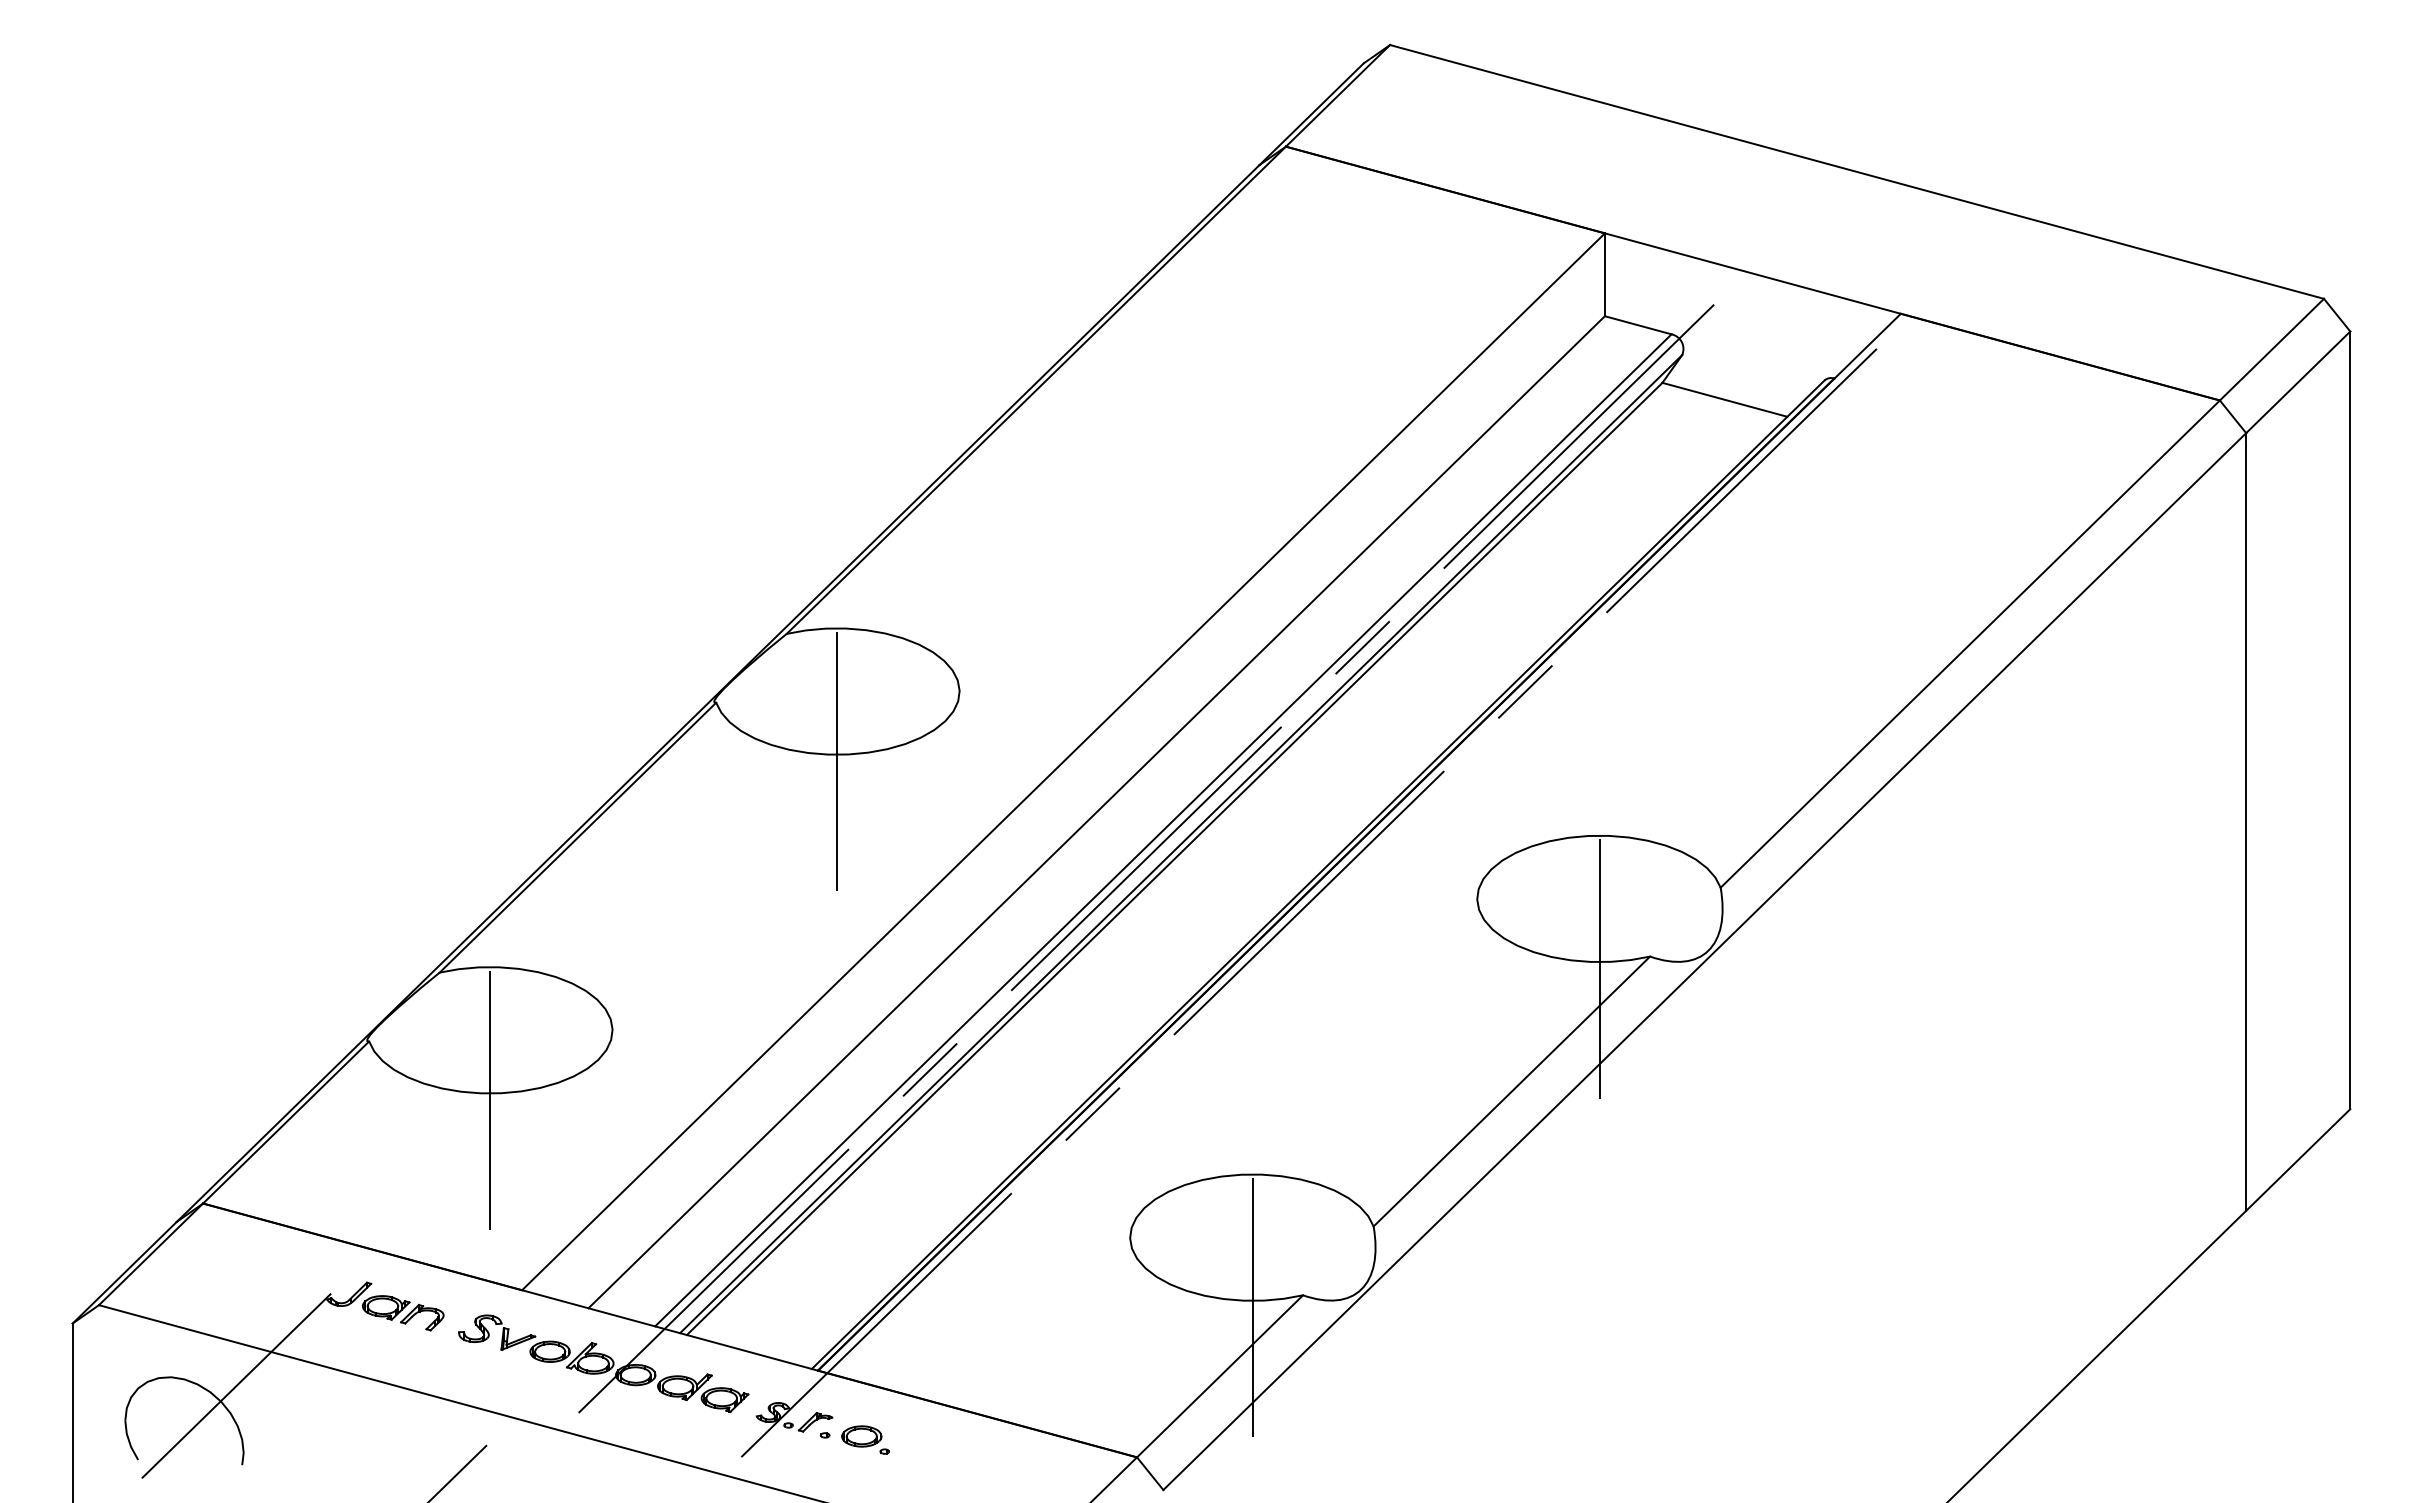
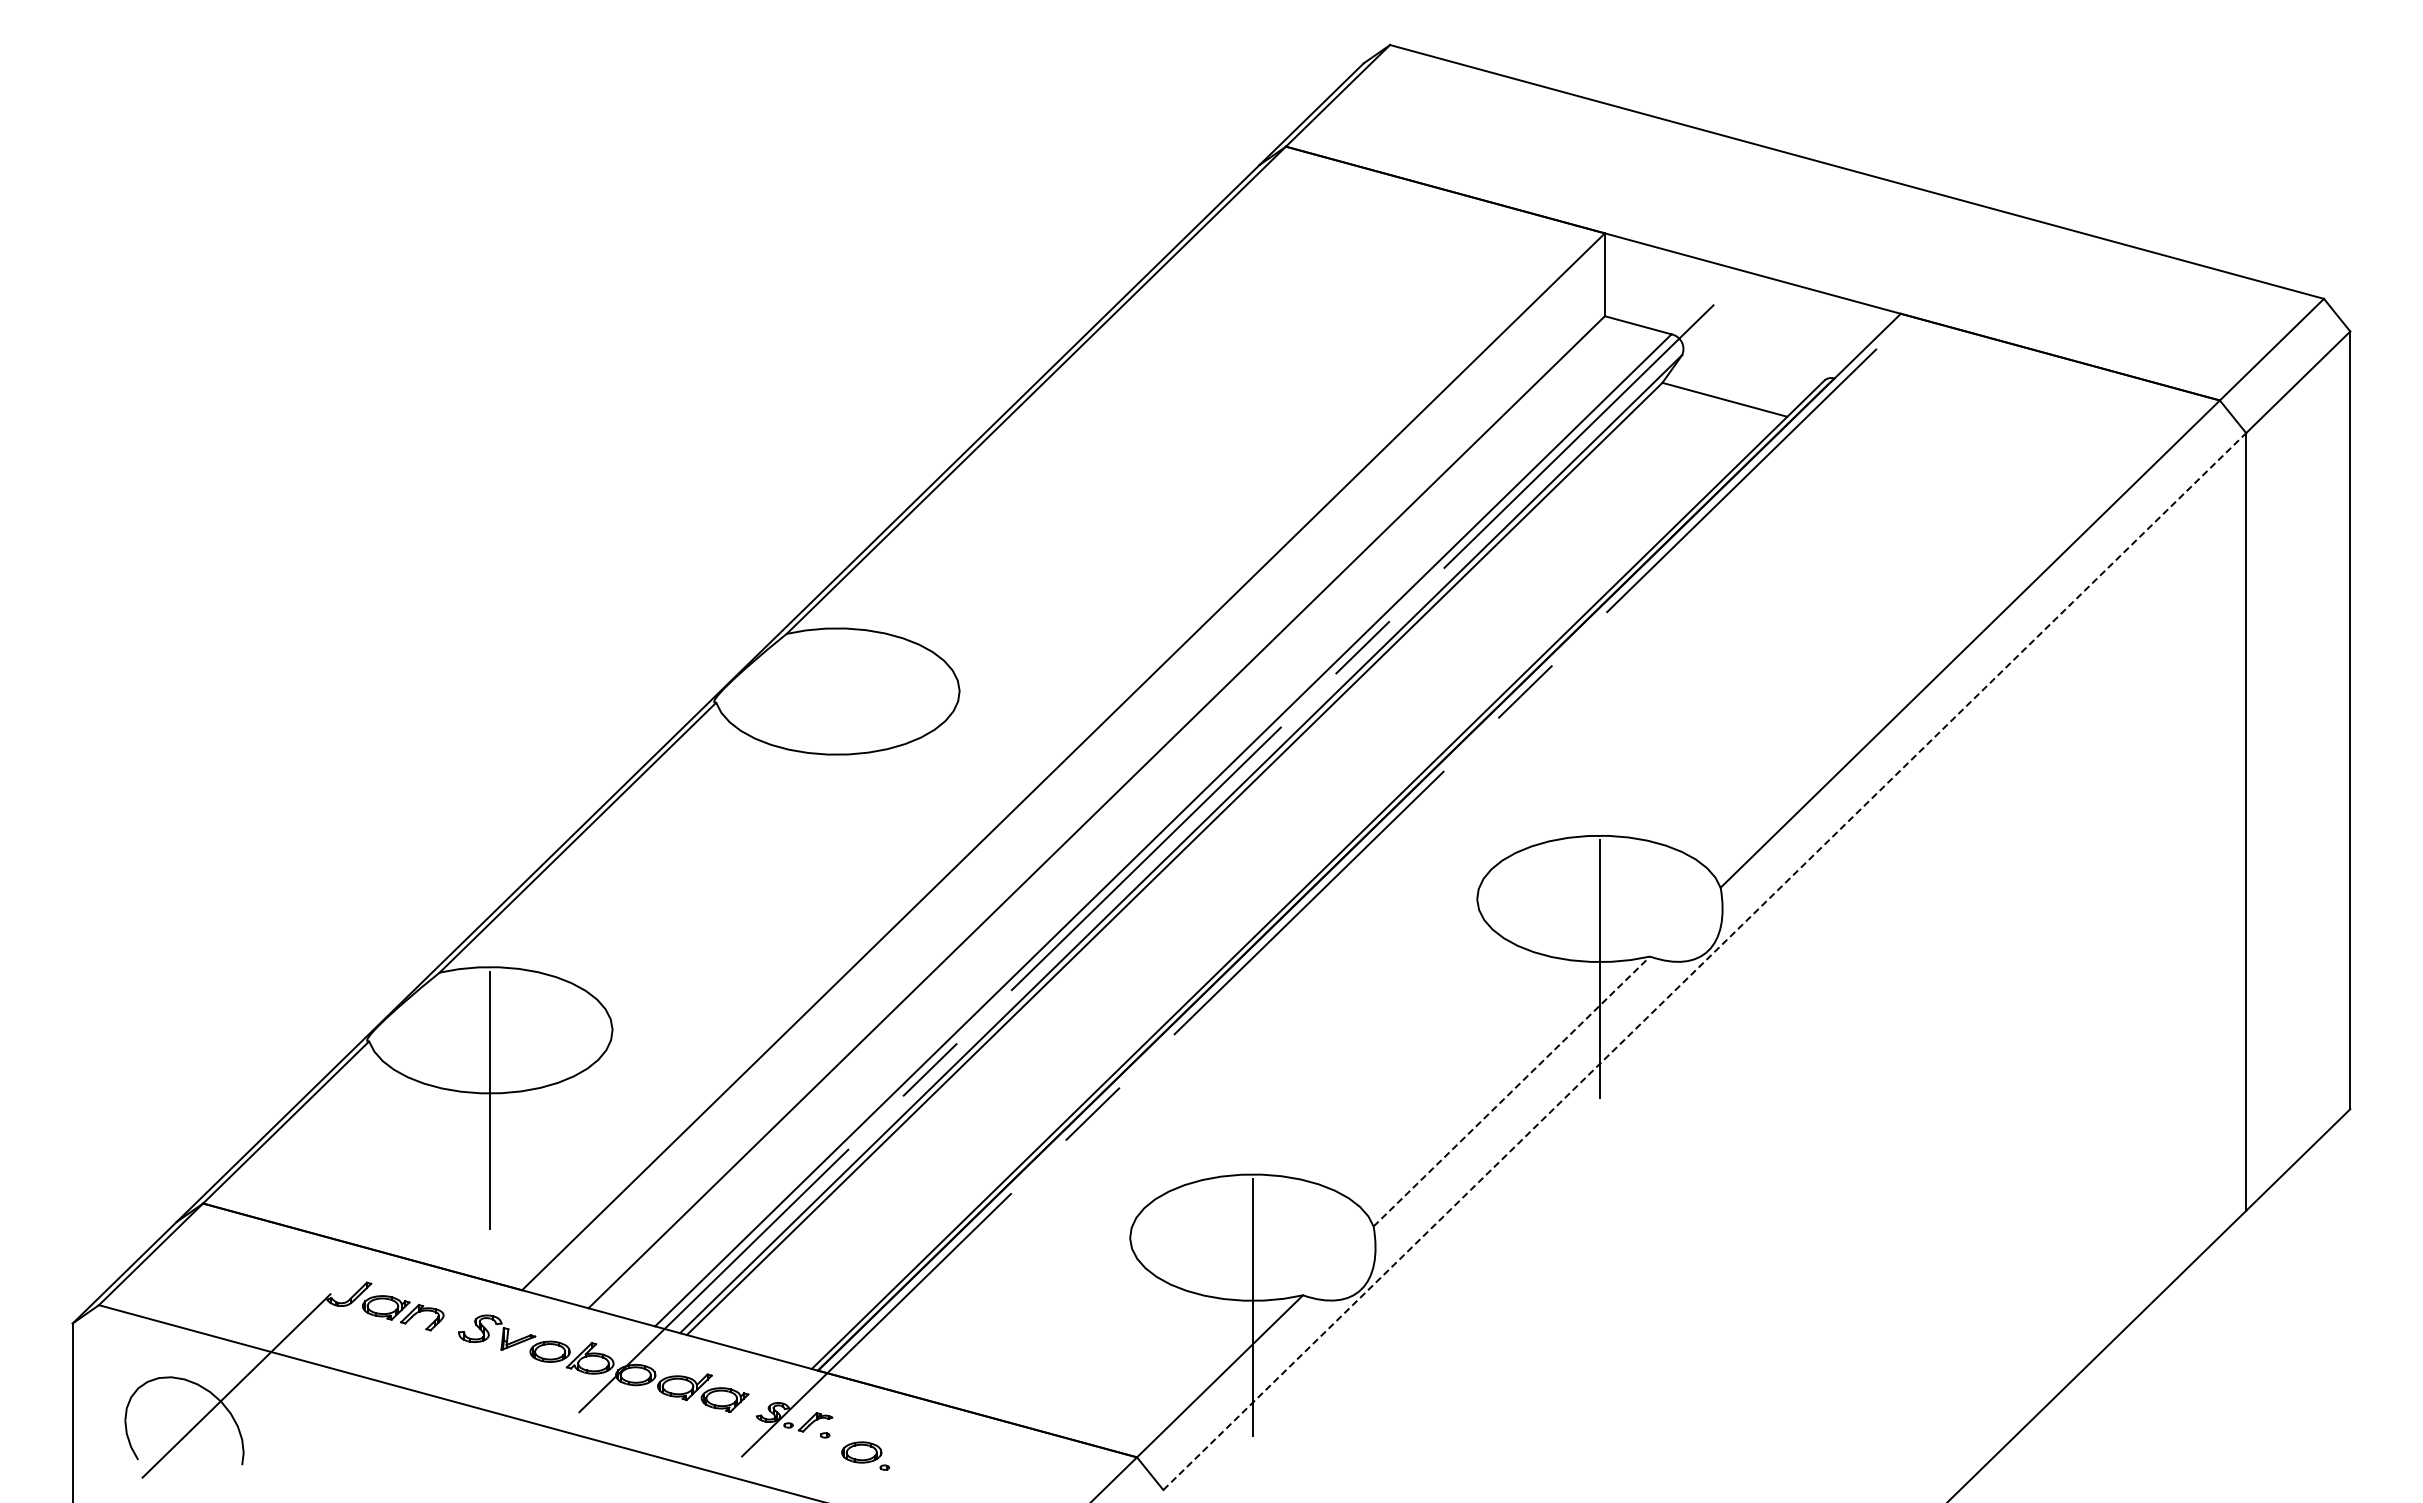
line at (836, 761): present -> none
line at (1704, 961): solid -> dashed
line at (1512, 1091): solid -> dashed
part at (865, 1439) position: (865, 1439) -> (865, 1455)
line at (458, 1472): present -> none
